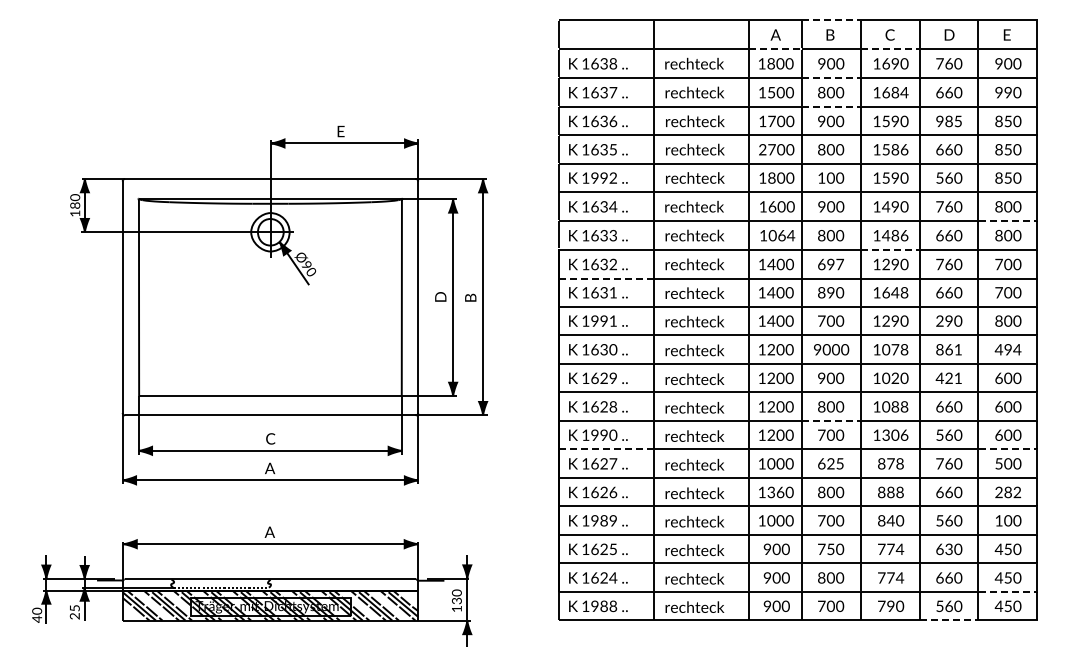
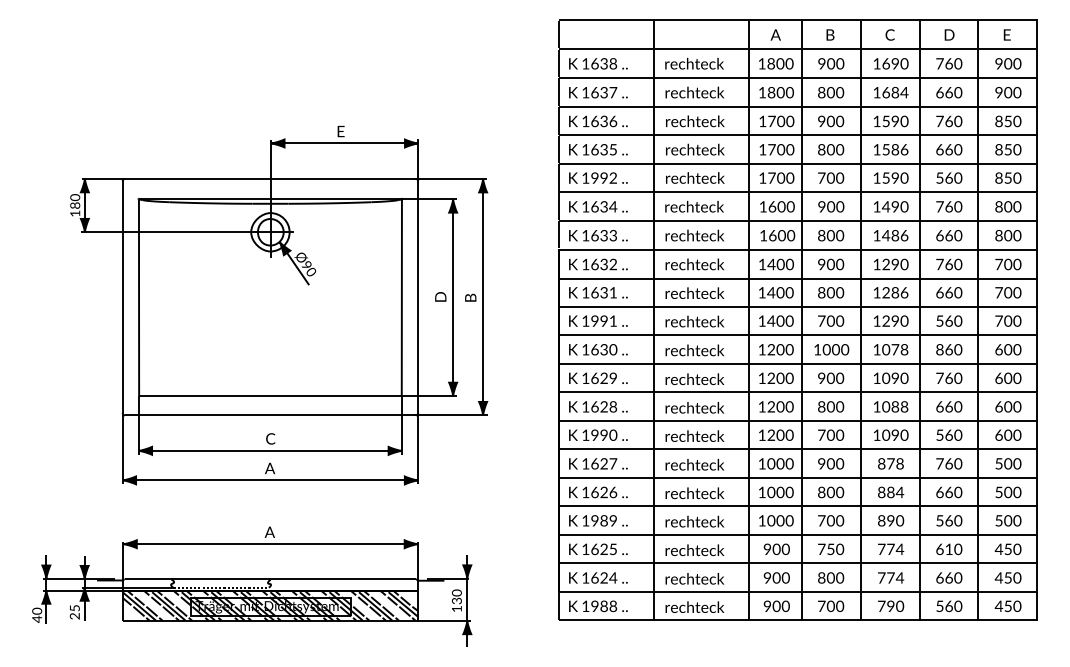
line at (831, 20): dashed -> solid
line at (775, 49): dashed -> solid
line at (890, 49): dashed -> solid
line at (831, 77): dashed -> solid
text at (771, 92): 1500 -> 1800
text at (1008, 93): 990 -> 900
line at (831, 106): dashed -> solid
text at (949, 121): 985 -> 760
text at (762, 149): 2700 -> 1700
text at (771, 177): 1800 -> 1700
text at (821, 177): 100 -> 700
line at (1008, 220): dashed -> solid
text at (781, 235): 1064 -> 1600
line at (890, 249): dashed -> solid
text at (831, 264): 697 -> 900
line at (606, 278): dashed -> solid
text at (895, 292): 1648 -> 1286
text at (830, 293): 890 -> 800
text at (944, 320): 290 -> 560
text at (998, 320): 800 -> 700
text at (817, 349): 9000 -> 1000
text at (958, 349): 861 -> 860
text at (1007, 349): 494 -> 600
text at (895, 378): 1020 -> 1090
text at (948, 378): 421 -> 760
line at (831, 420): dashed -> solid
text at (895, 434): 1306 -> 1090
line at (606, 449): dashed -> solid
line at (1008, 449): dashed -> solid
text at (831, 463): 625 -> 900
text at (775, 491): 1360 -> 1000
text at (899, 492): 888 -> 884
text at (1008, 492): 282 -> 500
text at (890, 520): 840 -> 890
text at (998, 520): 100 -> 500
text at (948, 548): 630 -> 610
line at (1008, 591): dashed -> solid
line at (949, 620): dashed -> solid
